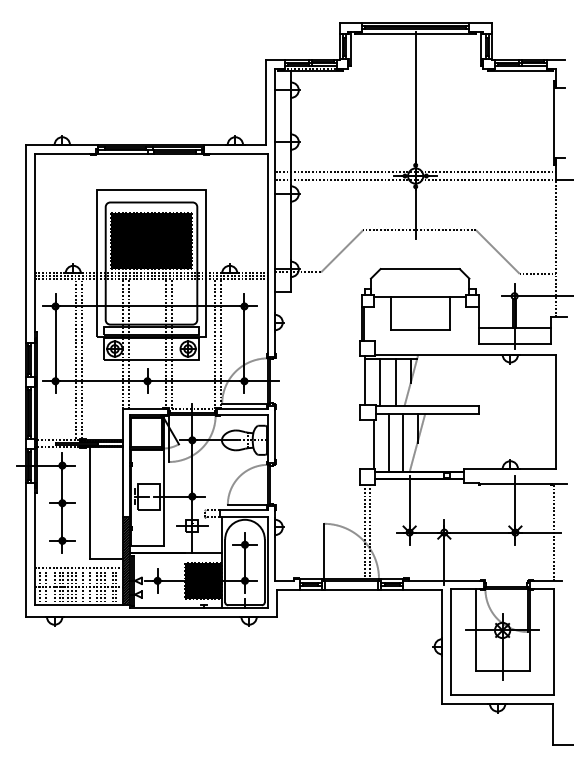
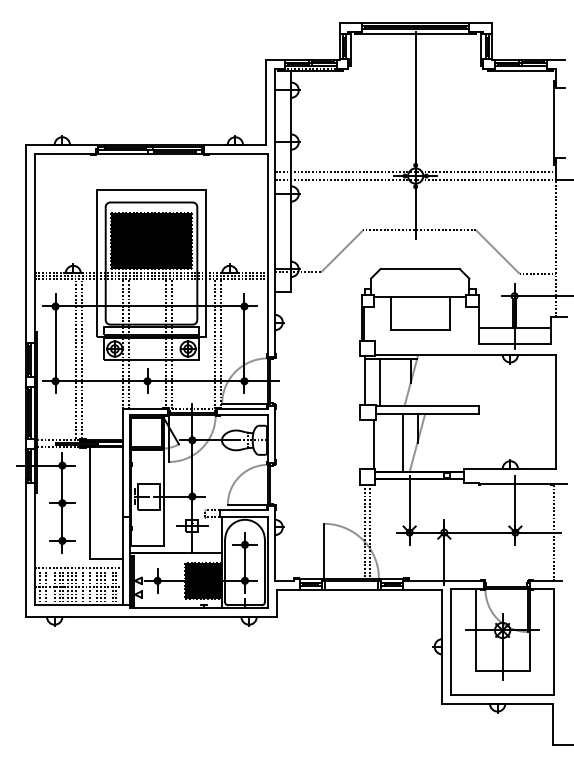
line at (395, 382): present -> none
line at (388, 442): present -> none
hatch at (125, 561): present -> none
